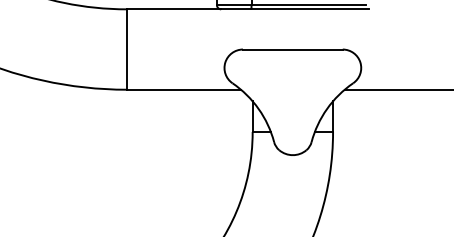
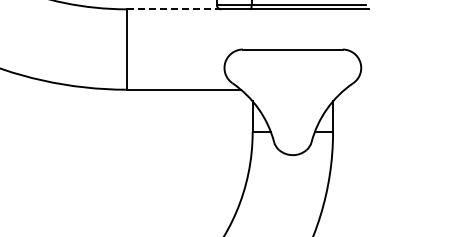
line at (174, 9): solid -> dashed
line at (397, 89): present -> none
